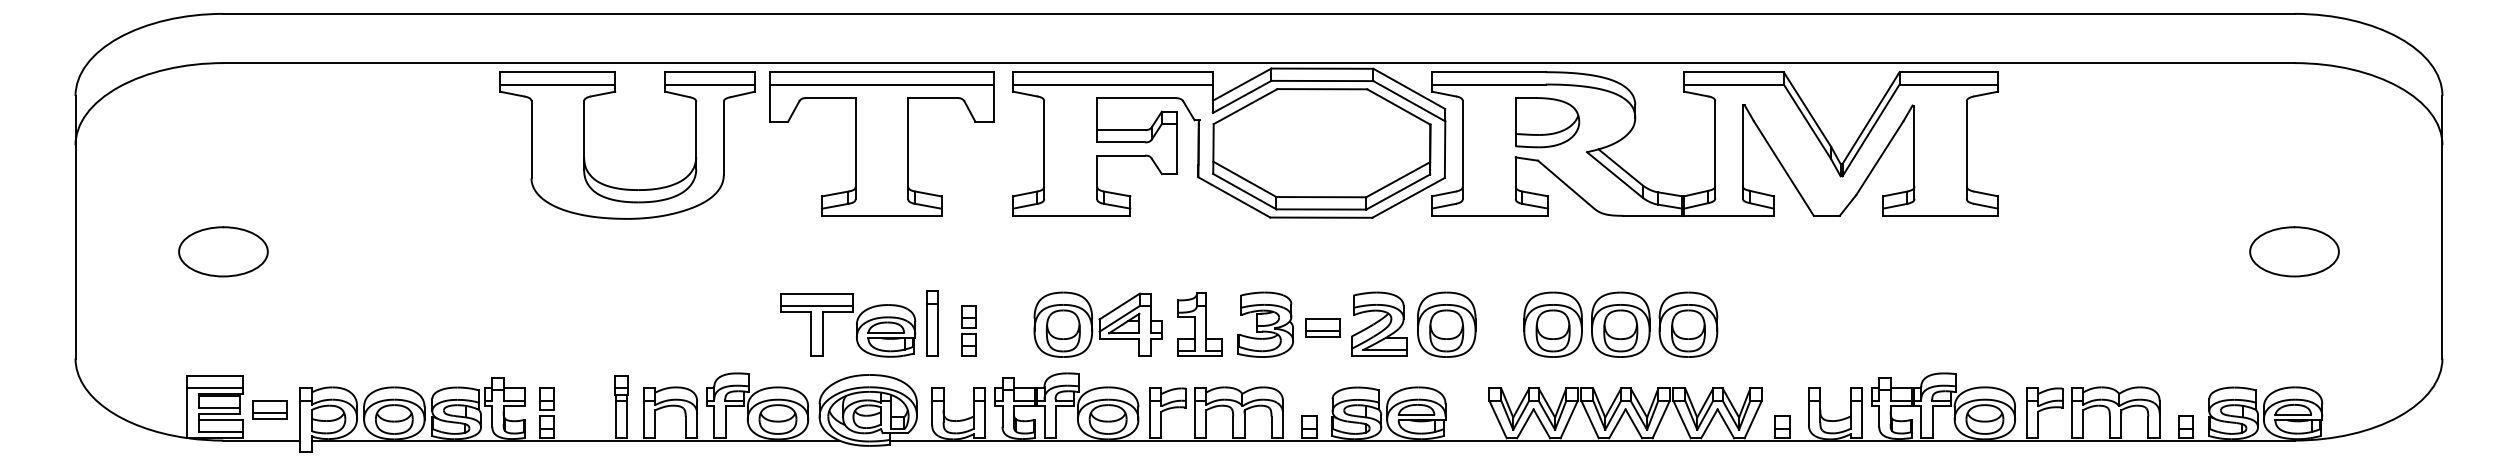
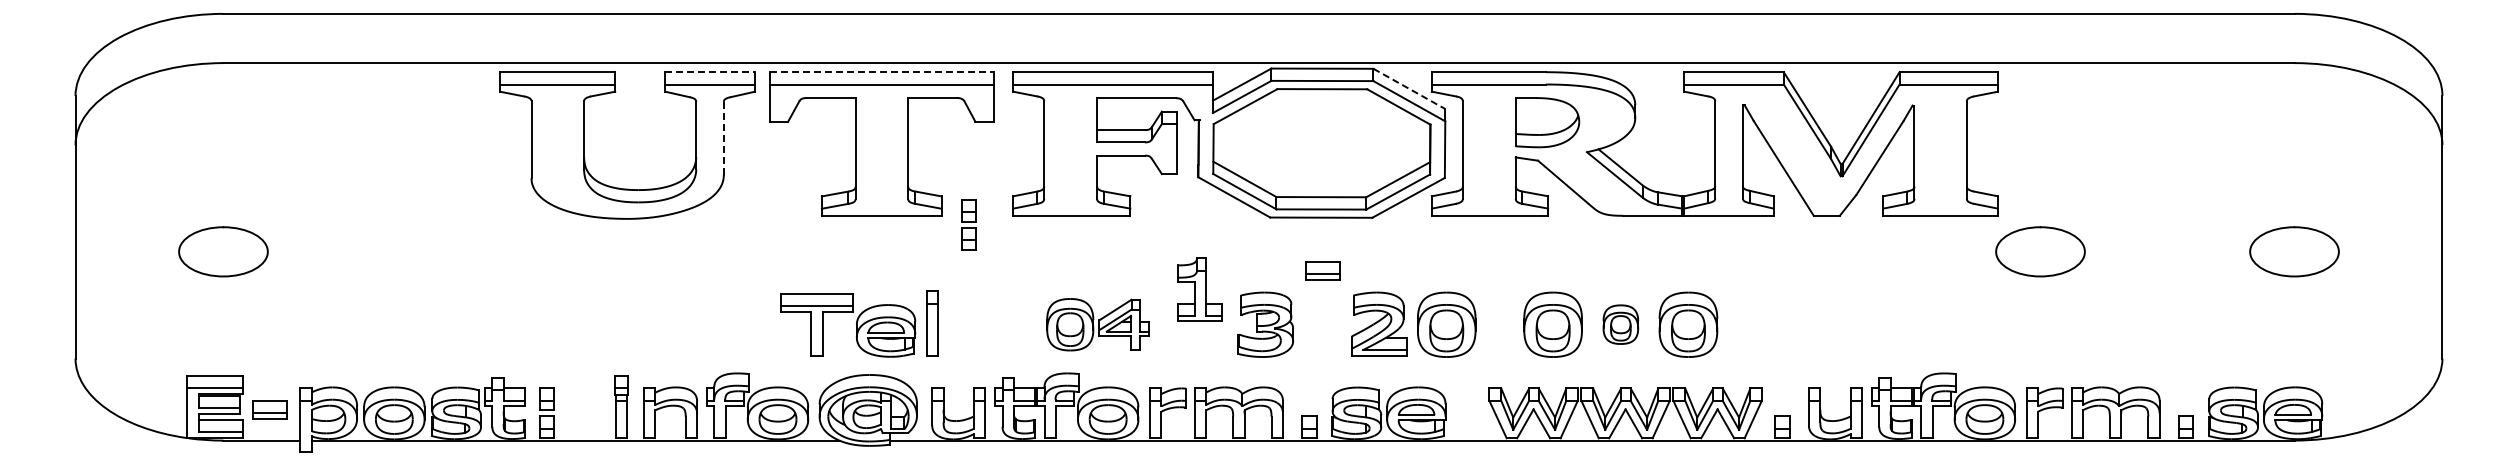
line at (710, 72): solid -> dashed
line at (882, 72): solid -> dashed
line at (1409, 89): solid -> dashed
line at (723, 137): solid -> dashed
part at (2040, 251): none -> present
part at (1097, 324) size: 130x67 px -> 104x54 px
part at (1199, 324) position: (1199, 324) -> (1199, 289)
part at (1620, 324) size: 60x67 px -> 38x41 px
part at (1322, 327) position: (1322, 327) -> (1322, 270)
part at (968, 330) position: (968, 330) -> (968, 224)
